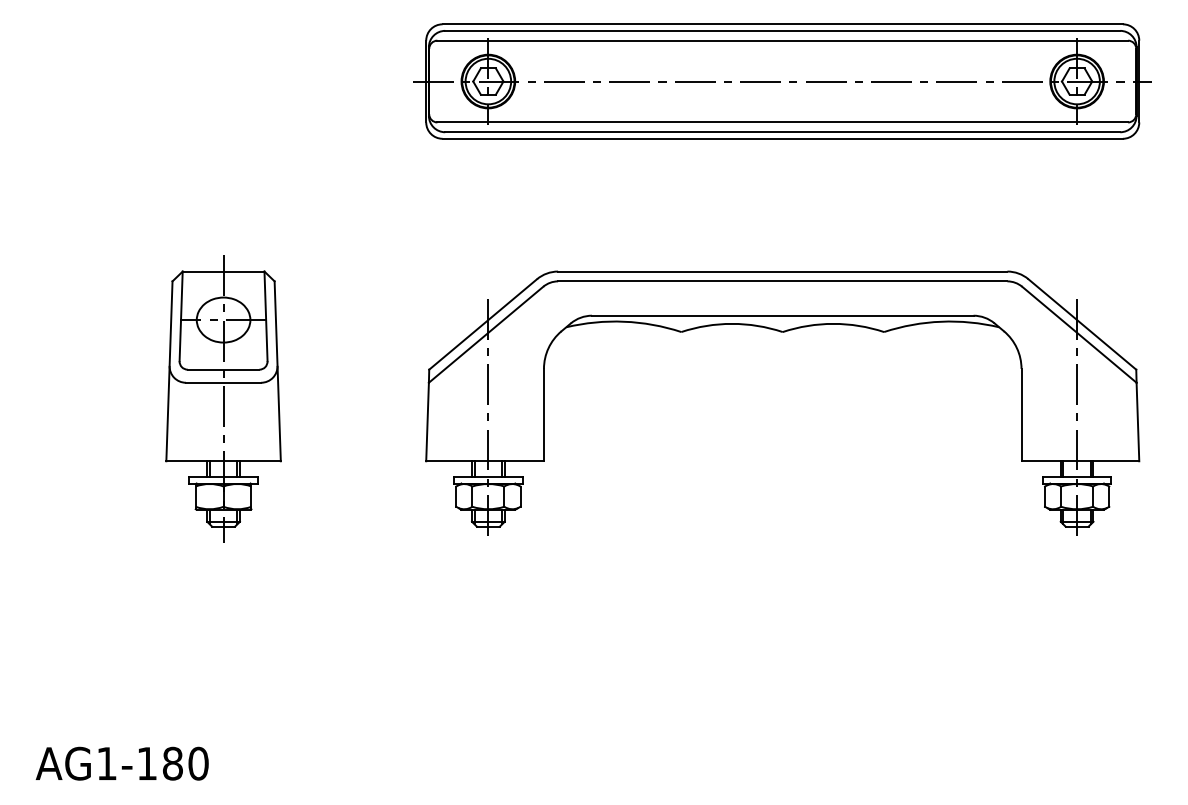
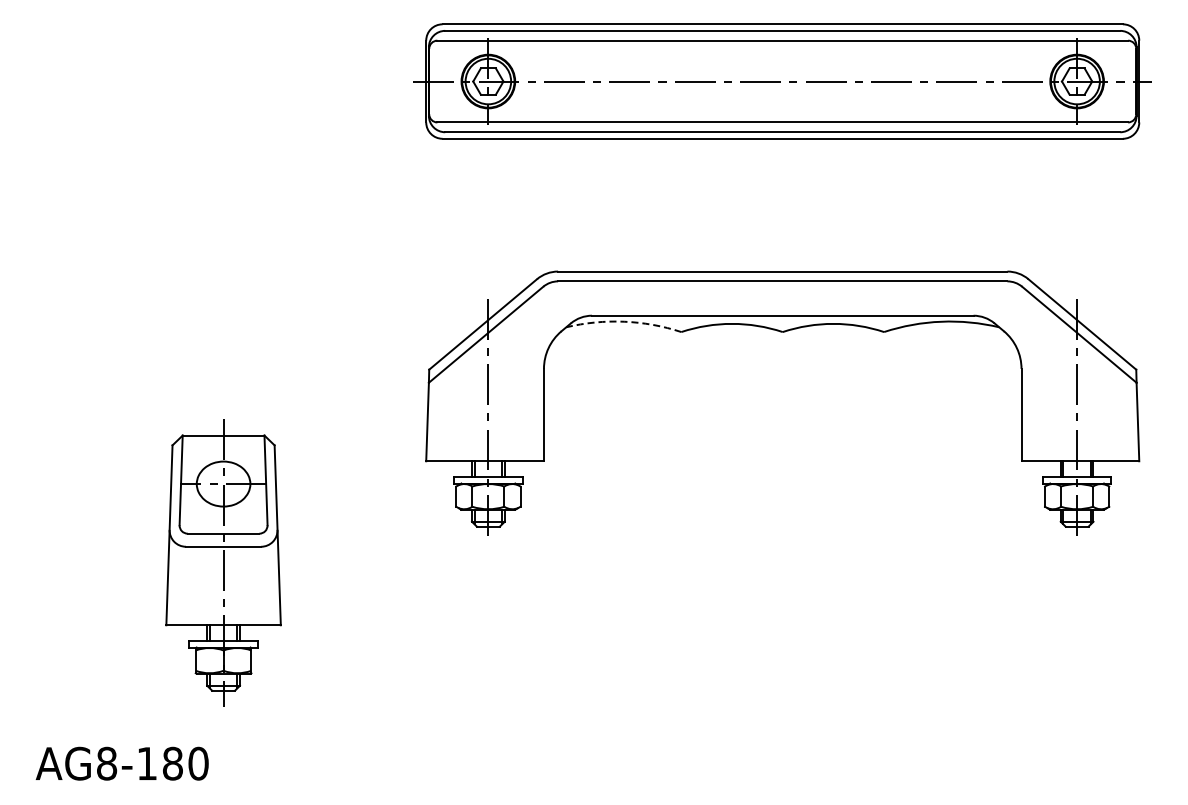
arc at (624, 321): solid -> dashed
part at (223, 398) position: (223, 398) -> (223, 562)
text at (107, 763): AG1-180 -> AG8-180
